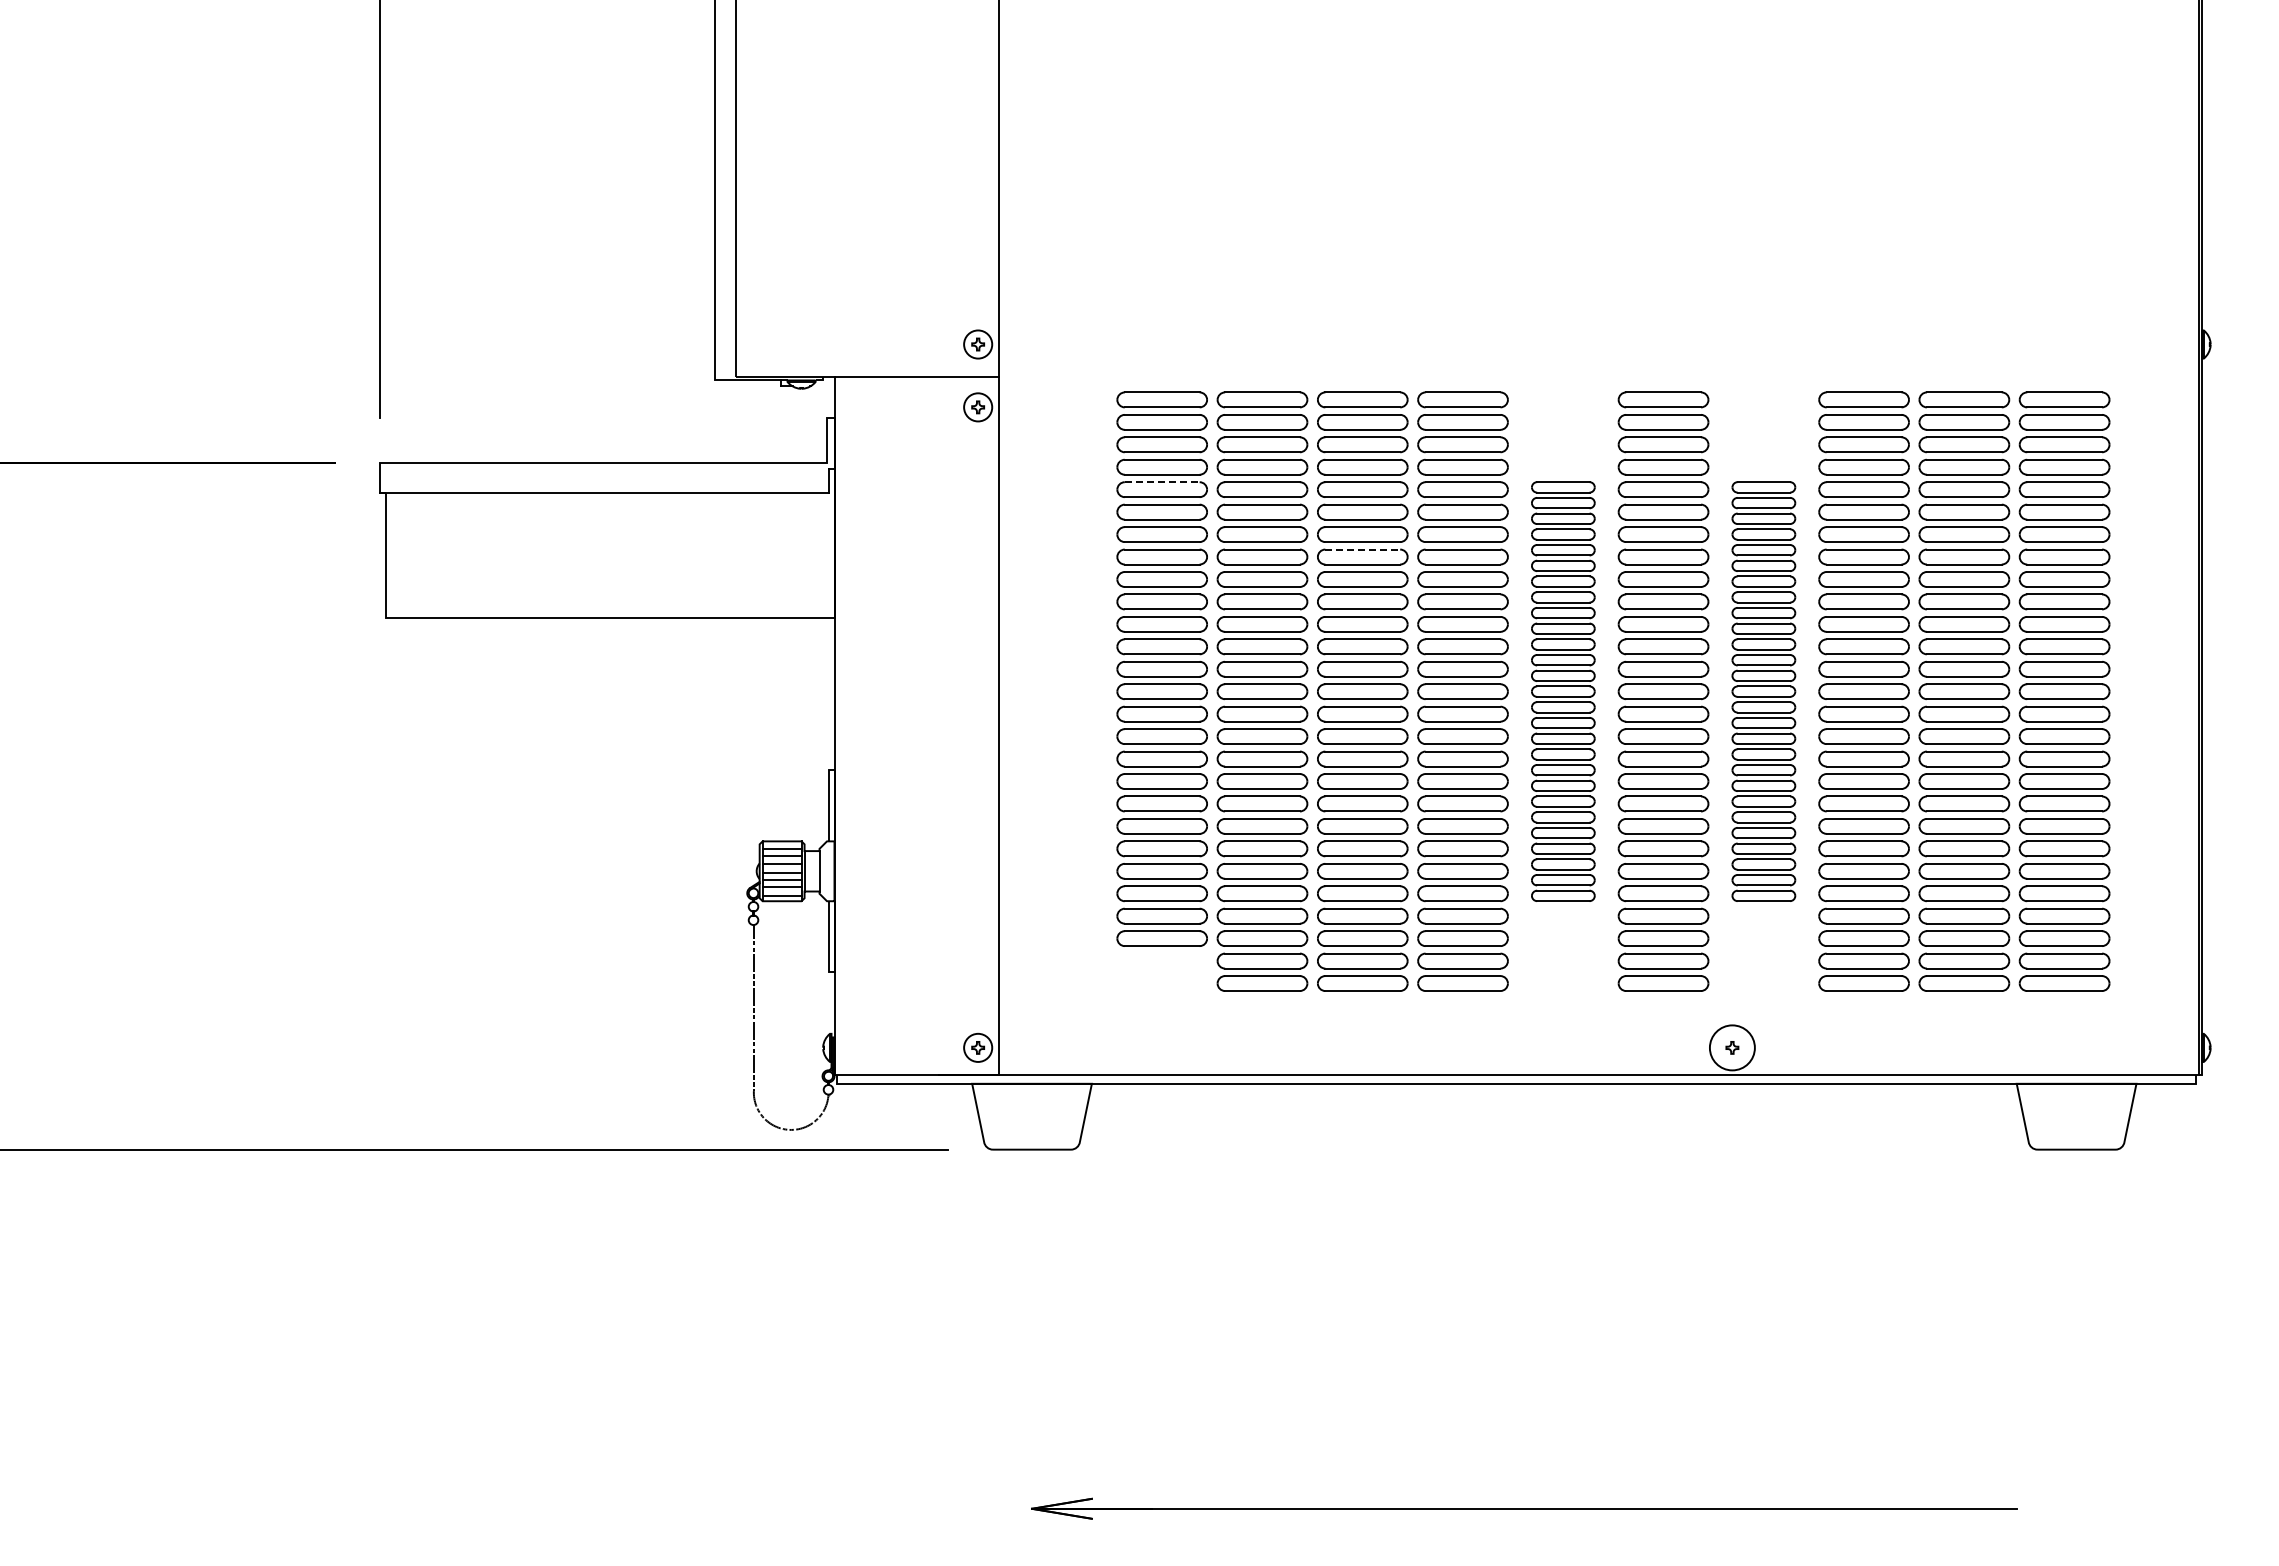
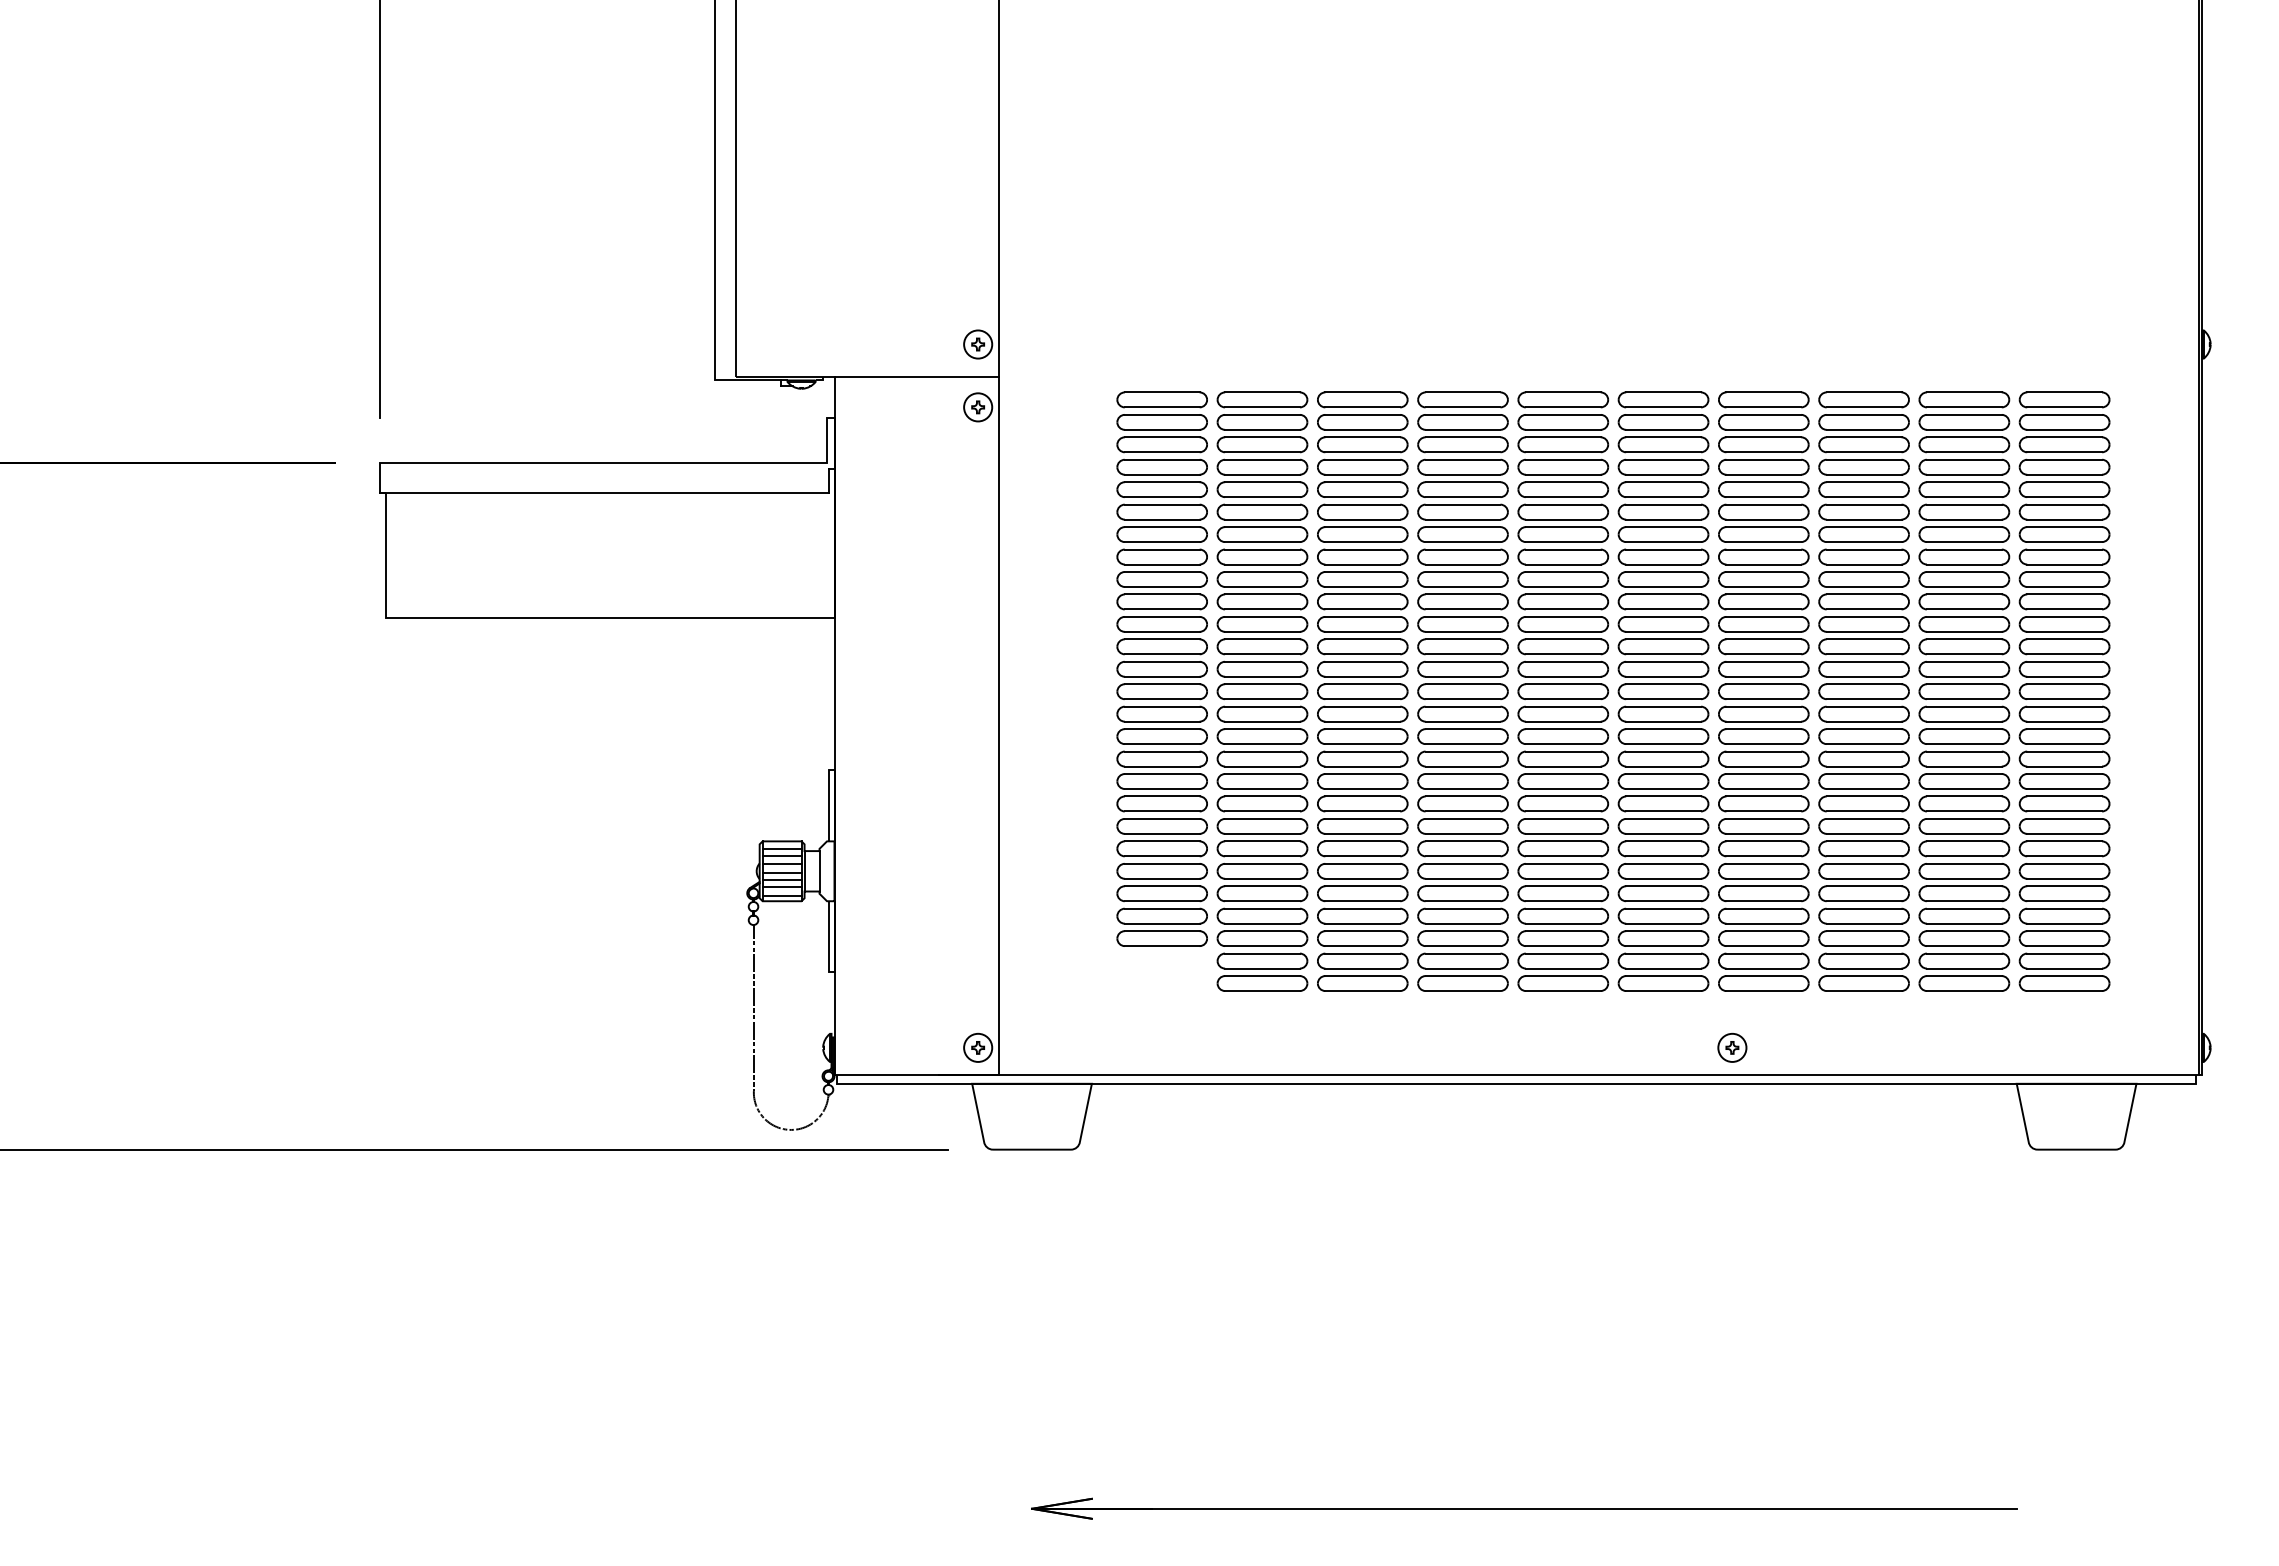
line at (1162, 482): dashed -> solid
line at (1363, 549): dashed -> solid
part at (1563, 691) size: 65x421 px -> 93x601 px
part at (1763, 691) size: 66x421 px -> 92x601 px
circle at (1731, 1047) diameter: 45 px -> 28 px
